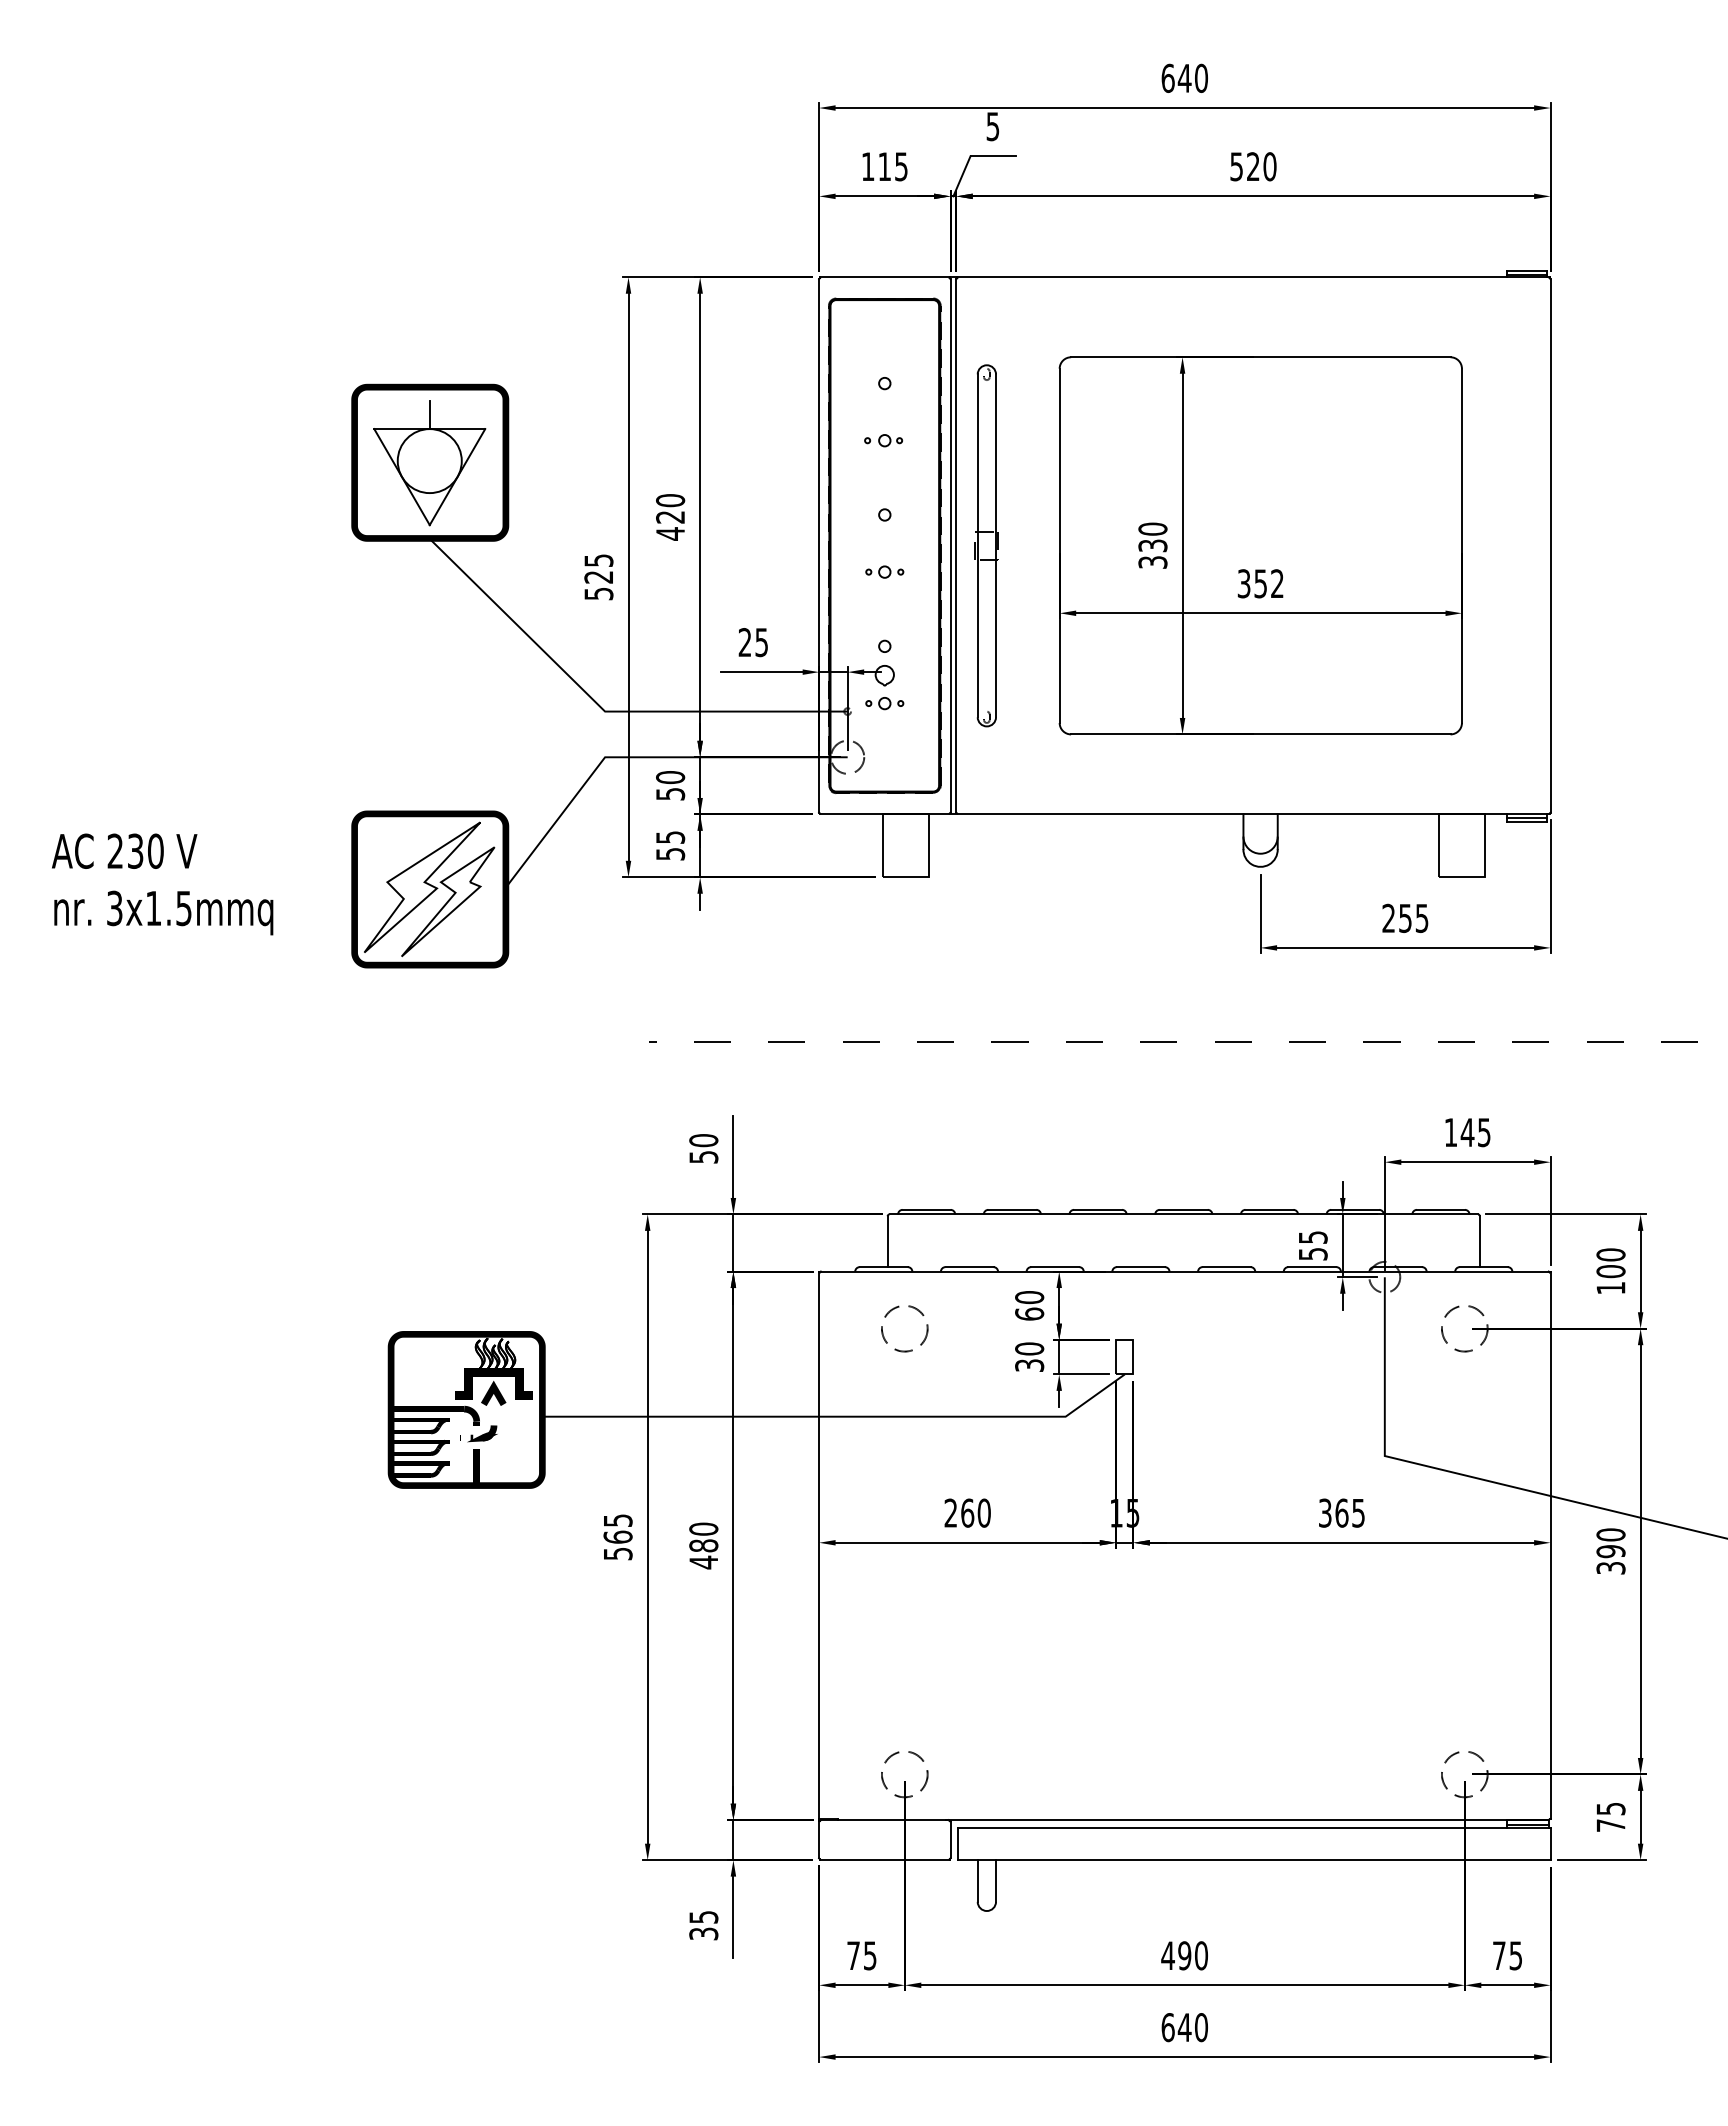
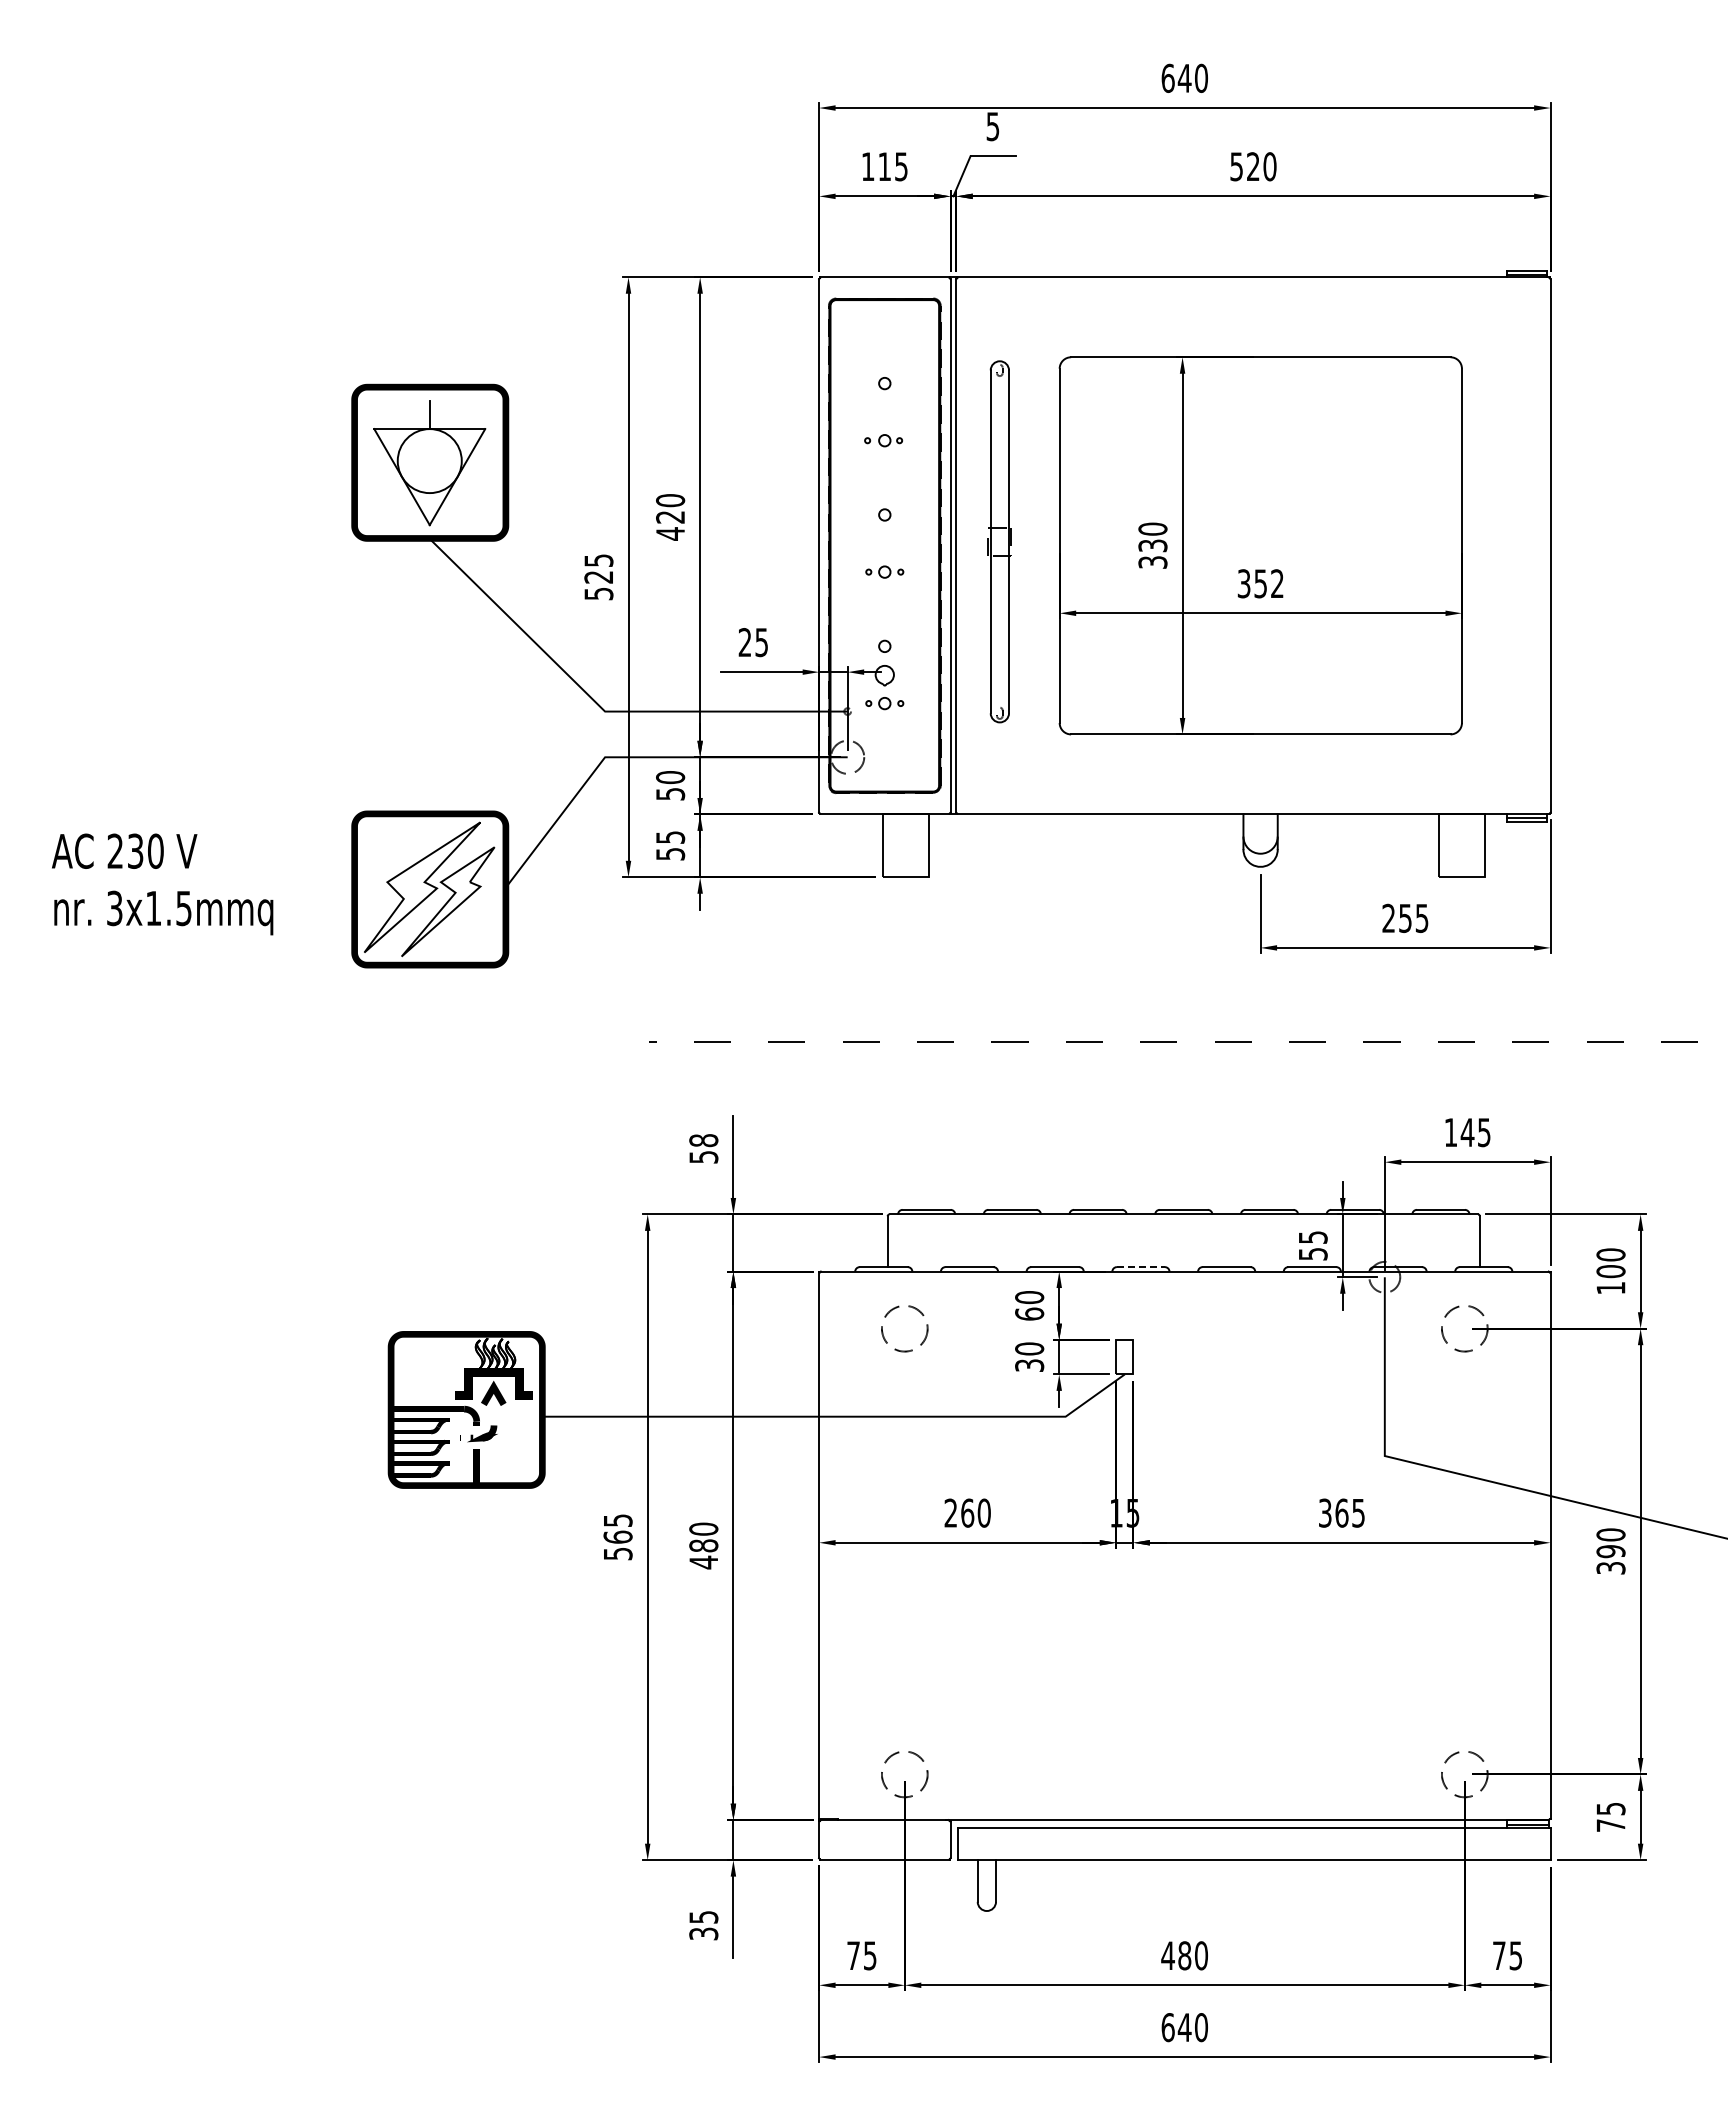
part at (986, 545) position: (986, 545) -> (999, 541)
text at (704, 1140): 50 -> 58
line at (1141, 1267): solid -> dashed
text at (1184, 1955): 490 -> 480
